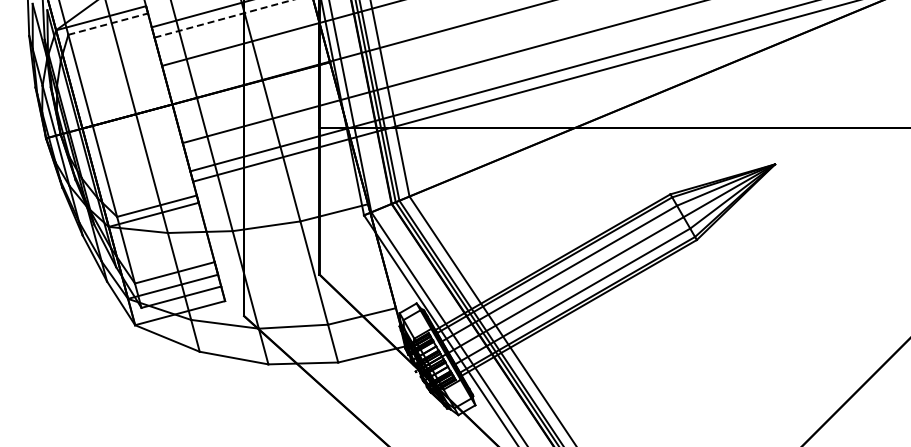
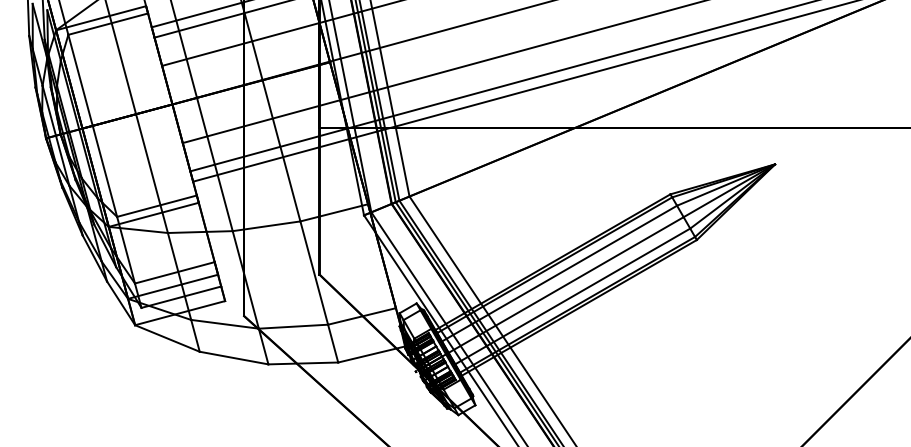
line at (224, 18): dashed -> solid
line at (108, 24): dashed -> solid
